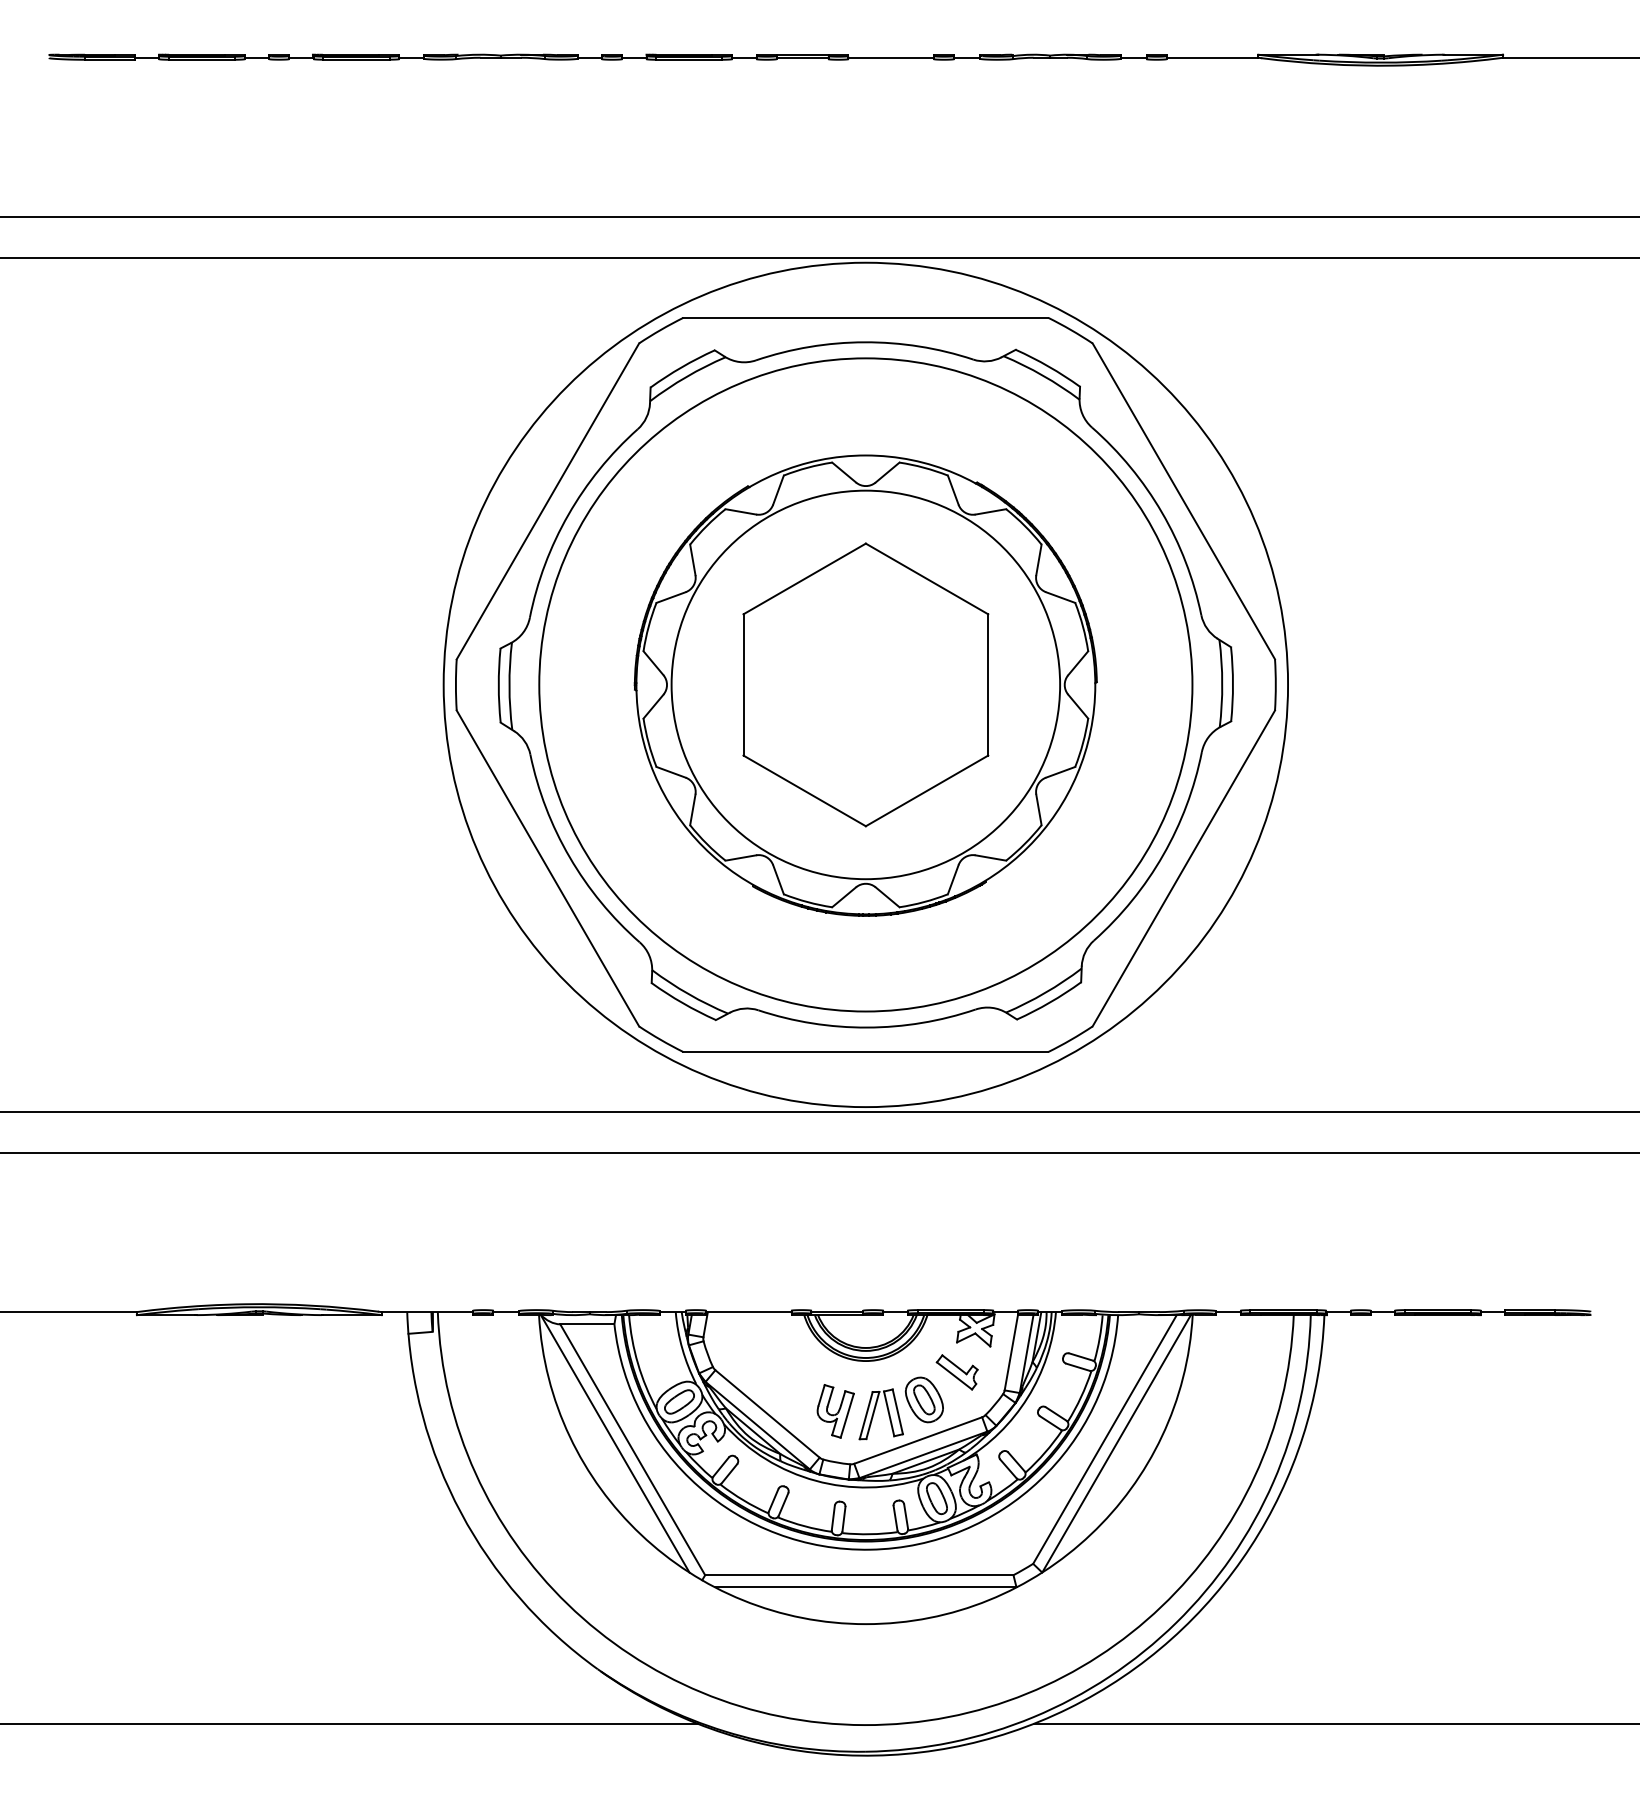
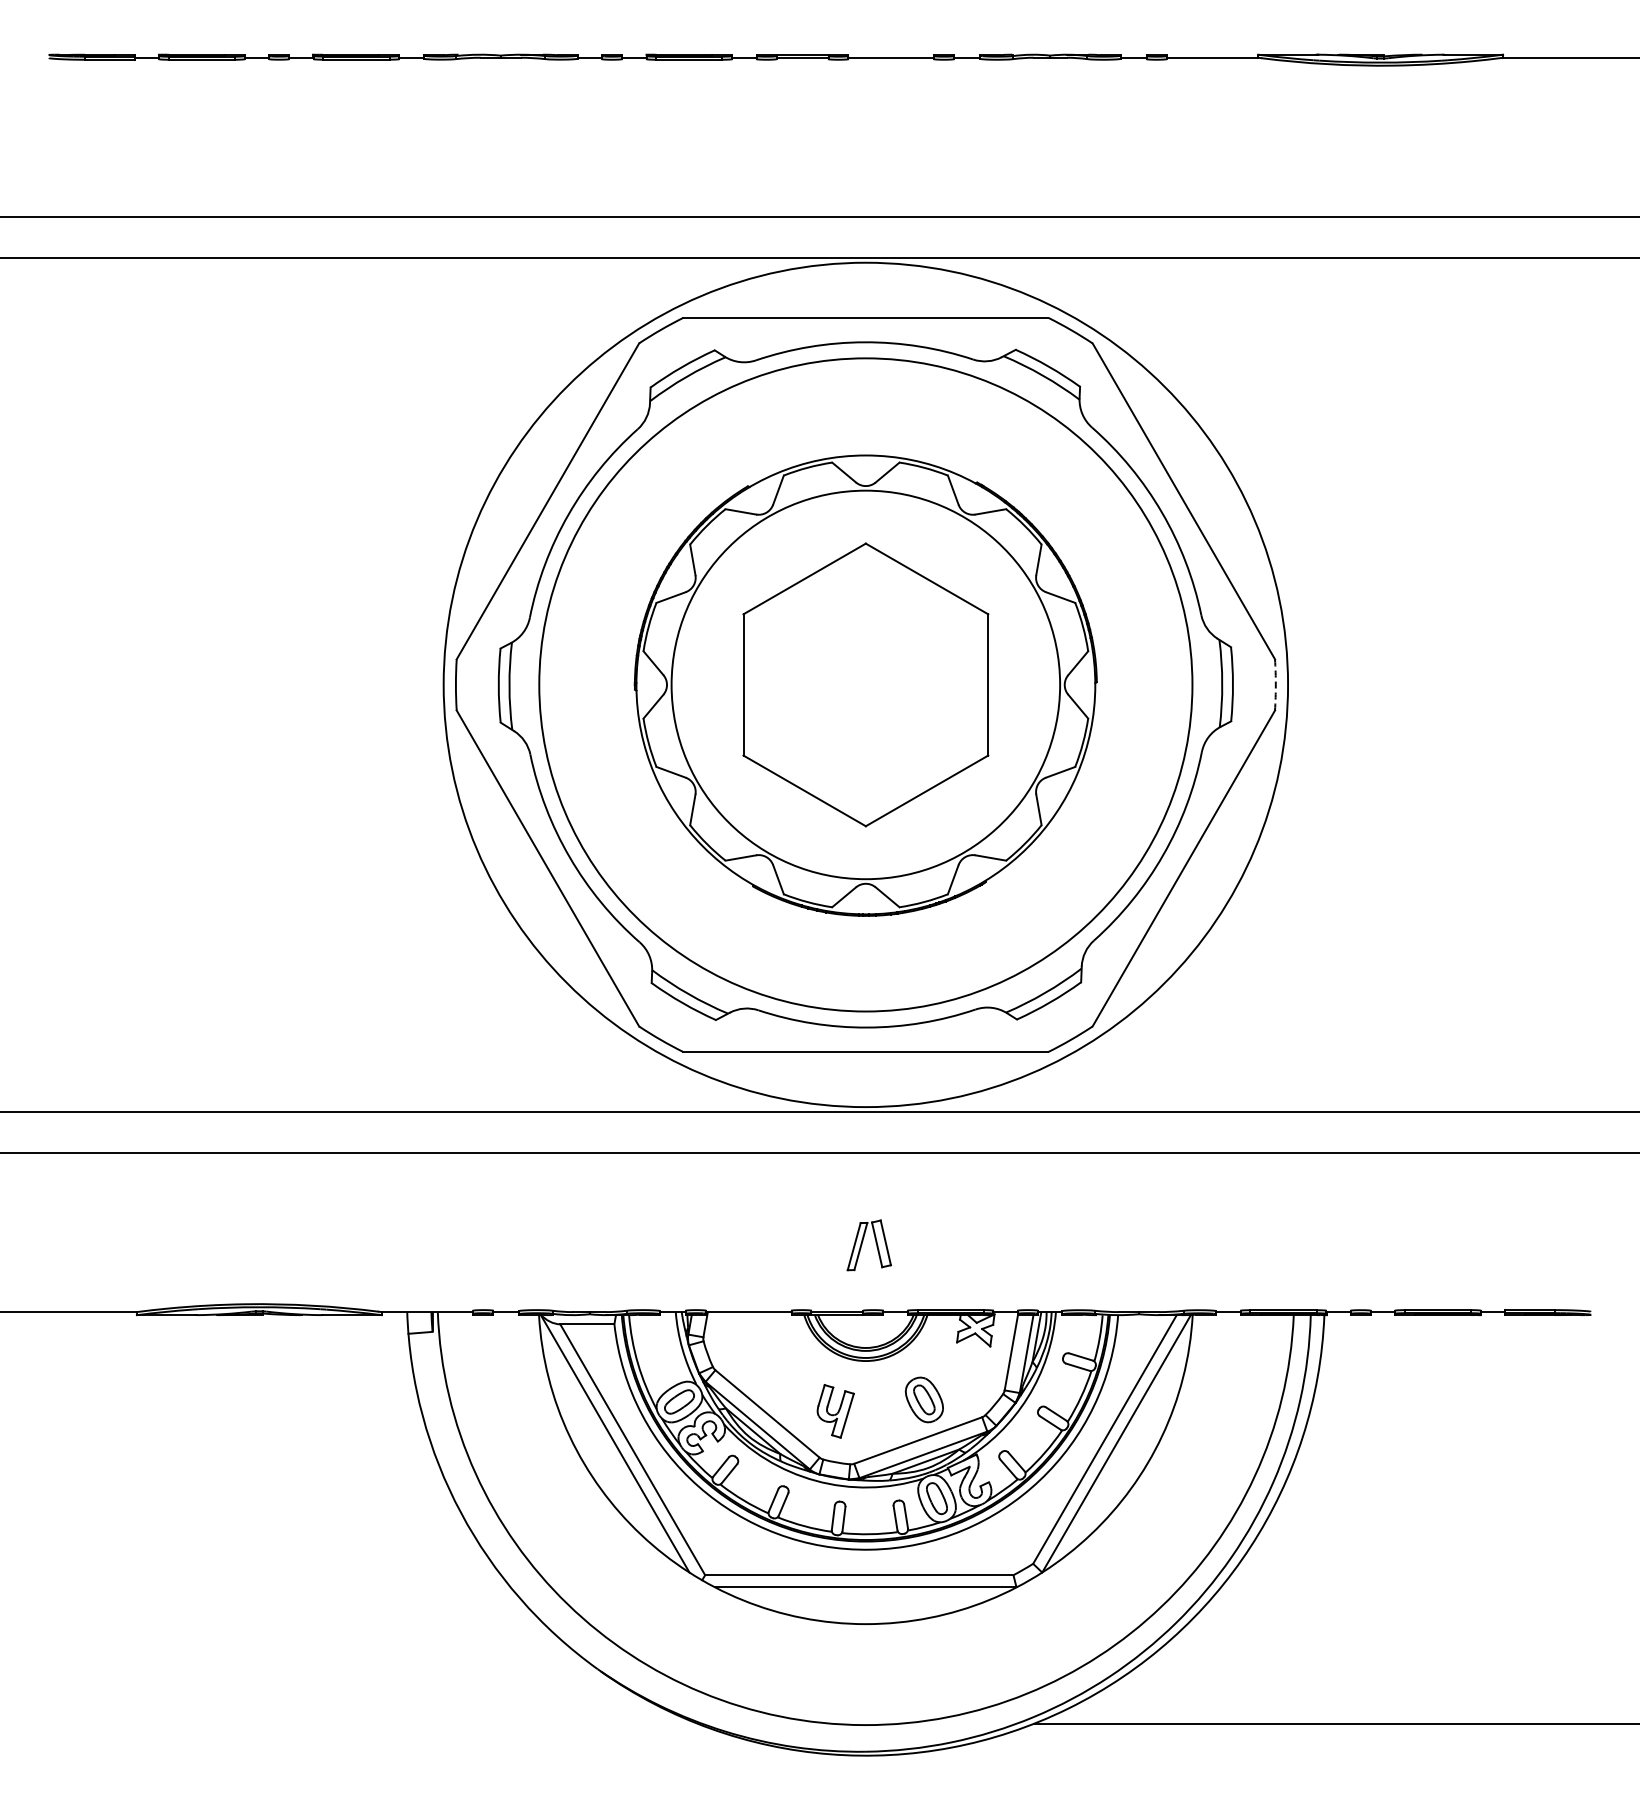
arc at (1275, 684): solid -> dashed
part at (956, 1372): present -> none
part at (880, 1414) position: (880, 1414) -> (868, 1245)
line at (350, 1723): present -> none
